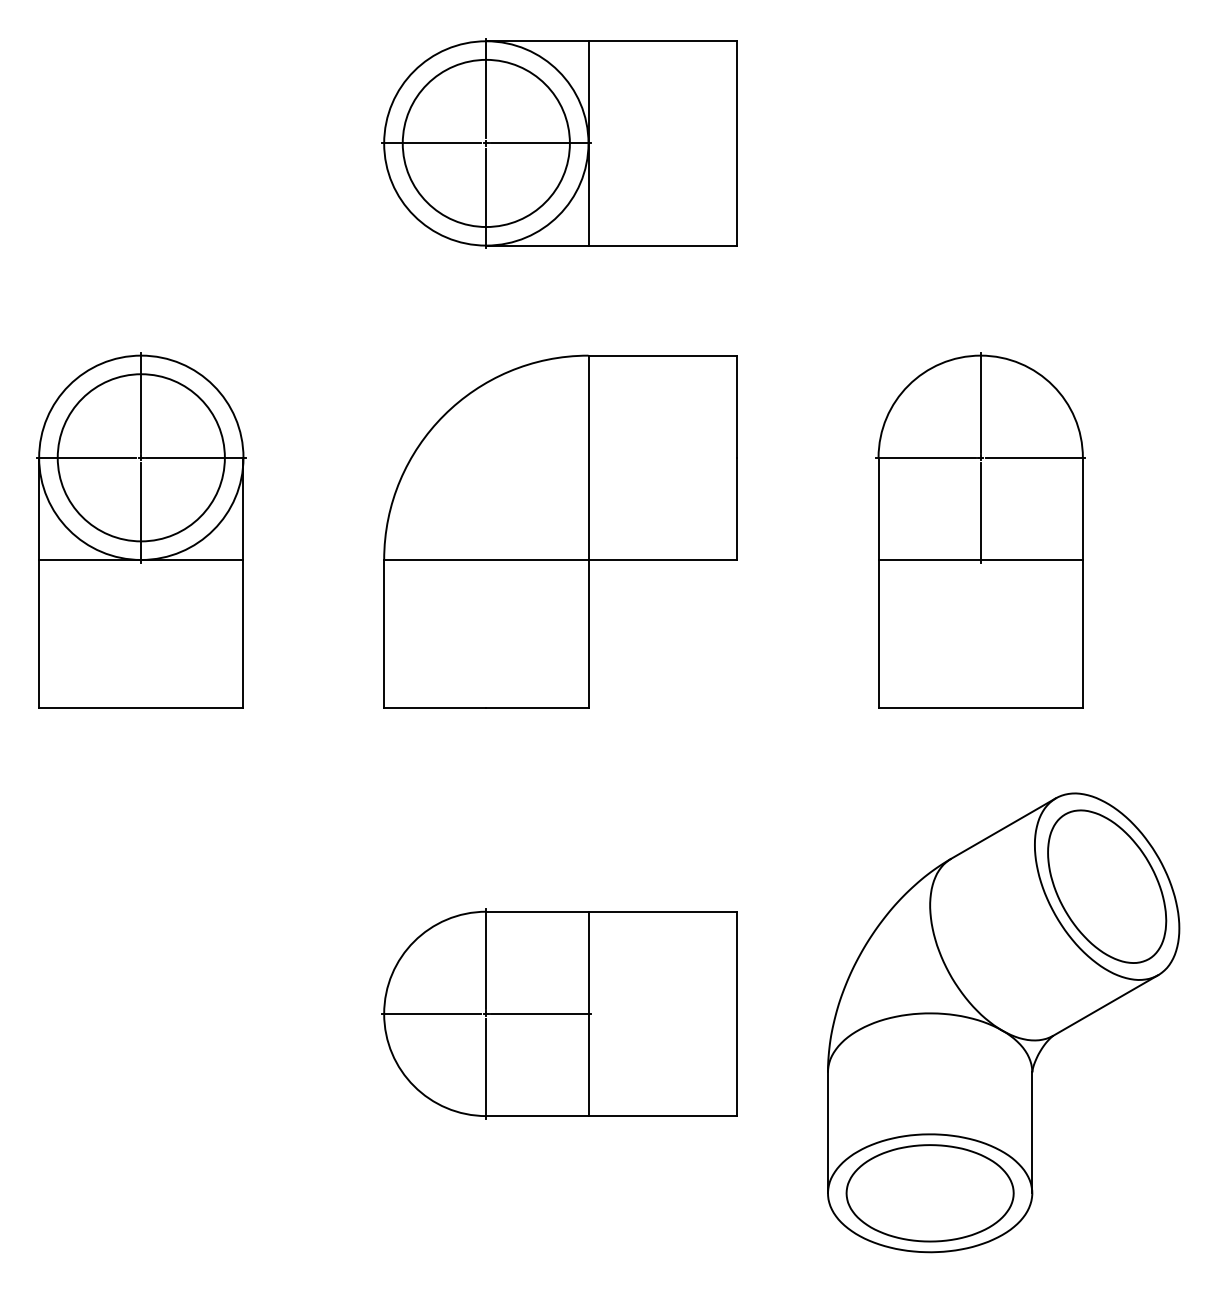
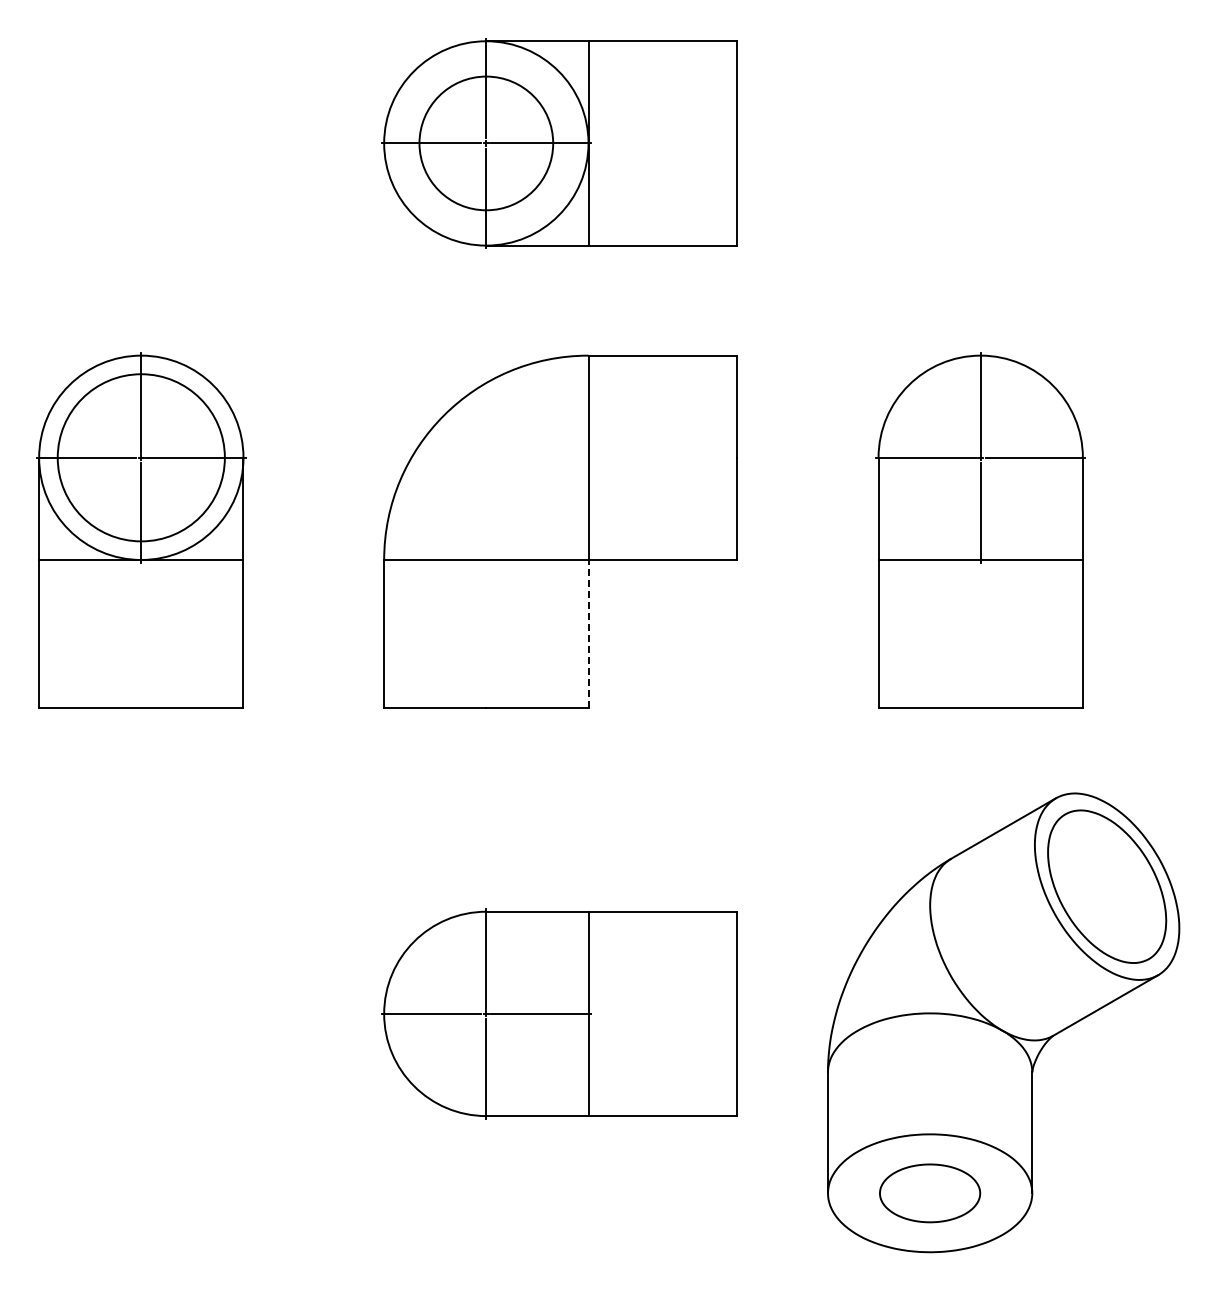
circle at (485, 143) diameter: 167 px -> 134 px
line at (588, 633): solid -> dashed
part at (929, 1193) size: 170x99 px -> 103x61 px
